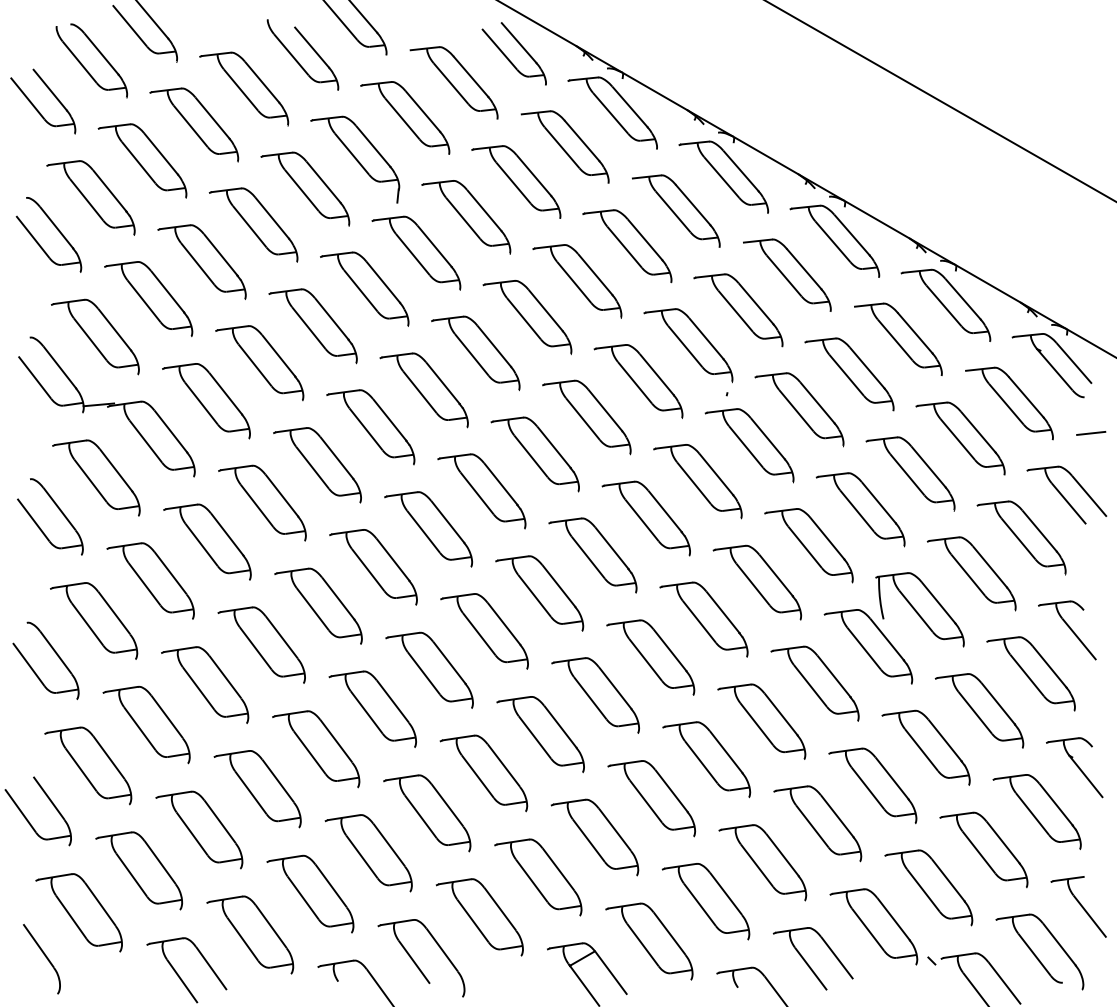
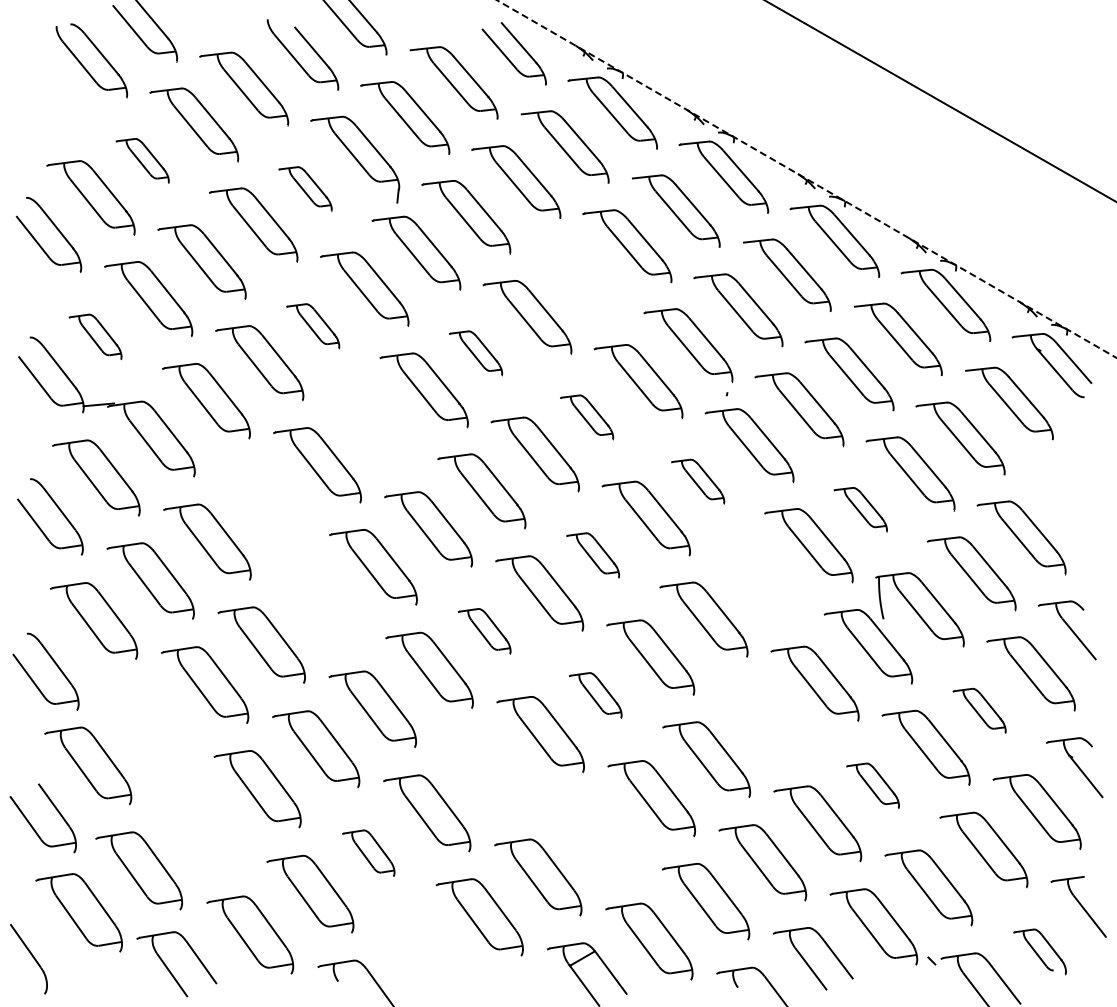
part at (36, 107): present -> none
part at (142, 160) size: 91x76 px -> 55x46 px
line at (807, 179): solid -> dashed
part at (305, 188) size: 91x76 px -> 55x46 px
part at (577, 281): present -> none
part at (312, 326) size: 90x77 px -> 55x47 px
part at (95, 336) size: 89x78 px -> 55x48 px
part at (475, 353) size: 90x77 px -> 55x47 px
part at (586, 417) size: 90x77 px -> 55x47 px
part at (370, 427): present -> none
line at (1091, 433): present -> none
part at (697, 481) size: 90x76 px -> 55x47 px
part at (1066, 494): present -> none
part at (262, 502): present -> none
part at (860, 509) size: 91x76 px -> 55x46 px
part at (592, 555) size: 90x77 px -> 54x47 px
part at (757, 582): present -> none
part at (318, 605): present -> none
part at (484, 631) size: 89x77 px -> 55x47 px
part at (53, 651) position: (53, 651) -> (53, 662)
part at (595, 695) size: 89x77 px -> 55x47 px
part at (979, 710) size: 91x76 px -> 55x47 px
part at (761, 721): present -> none
part at (146, 725): present -> none
part at (483, 773): present -> none
part at (872, 785) size: 90x78 px -> 54x47 px
part at (27, 818) position: (27, 818) -> (32, 825)
part at (199, 829): present -> none
part at (594, 837): present -> none
part at (368, 853) size: 89x79 px -> 54x48 px
part at (1039, 951) size: 90x78 px -> 54x48 px
part at (41, 959) position: (41, 959) -> (28, 959)
part at (416, 963): present -> none
part at (180, 976) position: (180, 976) -> (170, 970)
